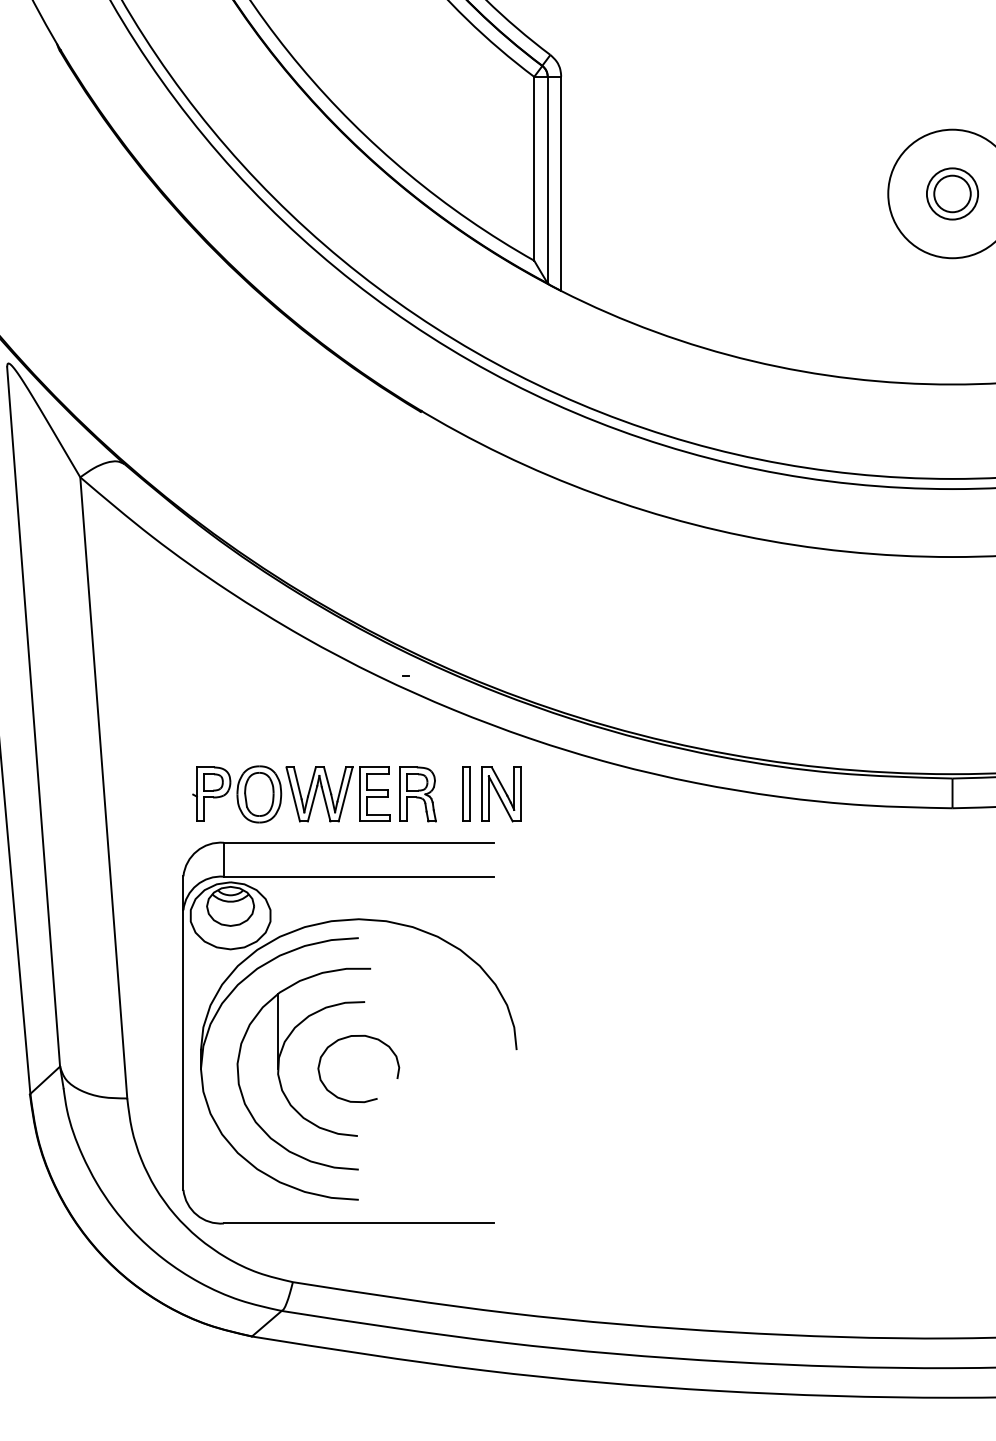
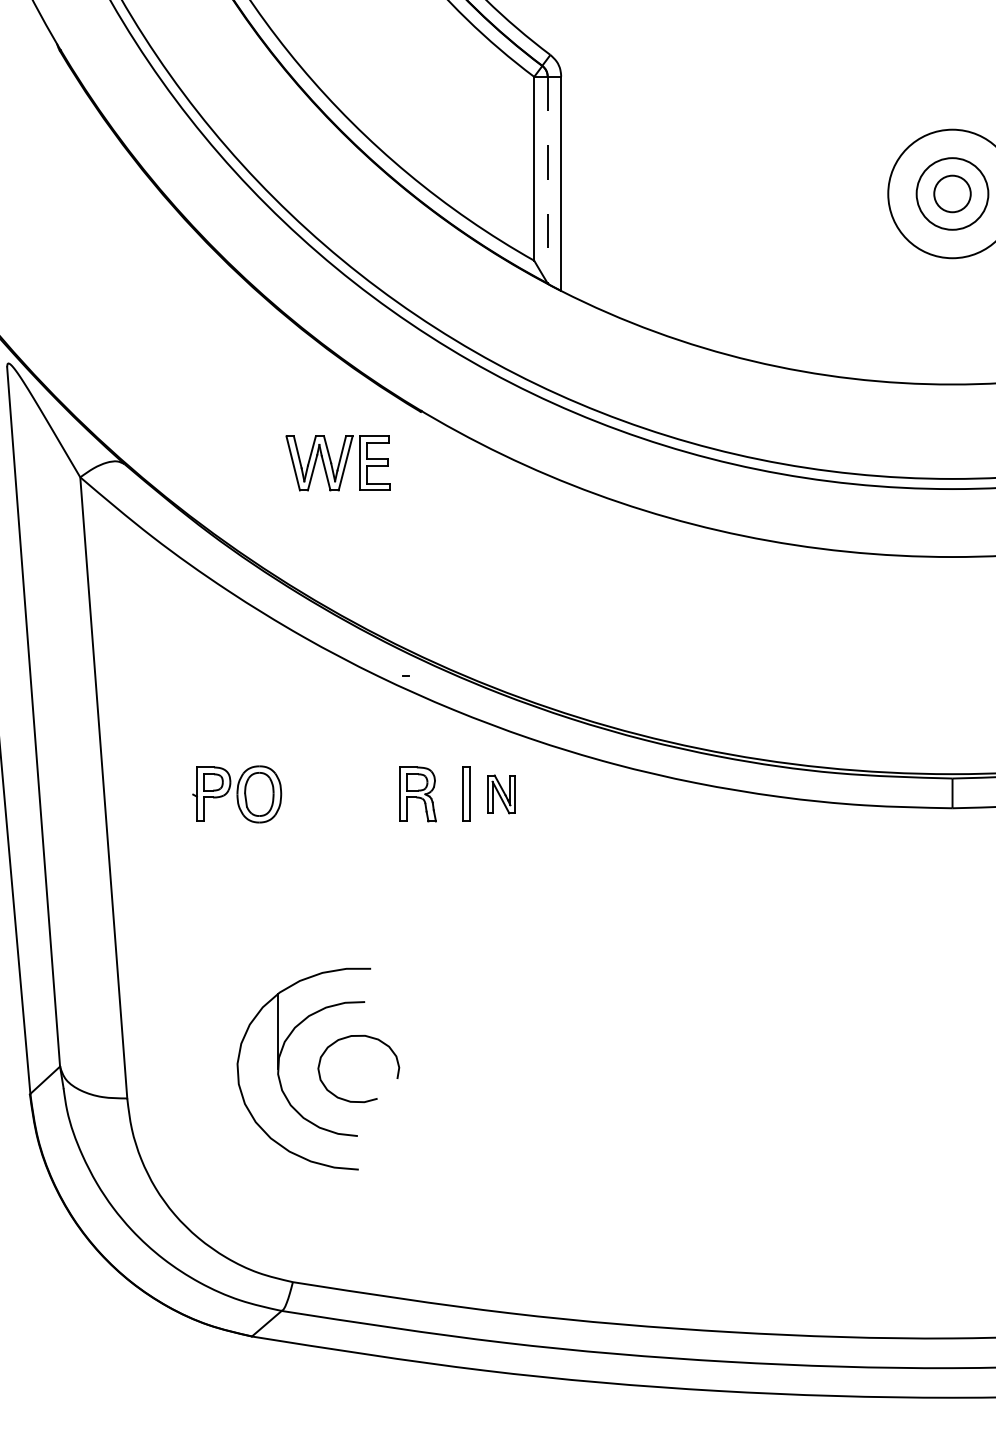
line at (547, 180): solid -> dashed
circle at (952, 193) diameter: 51 px -> 72 px
part at (337, 794) position: (337, 794) -> (337, 463)
part at (501, 794) size: 41x57 px -> 29x41 px
part at (343, 940): present -> none
